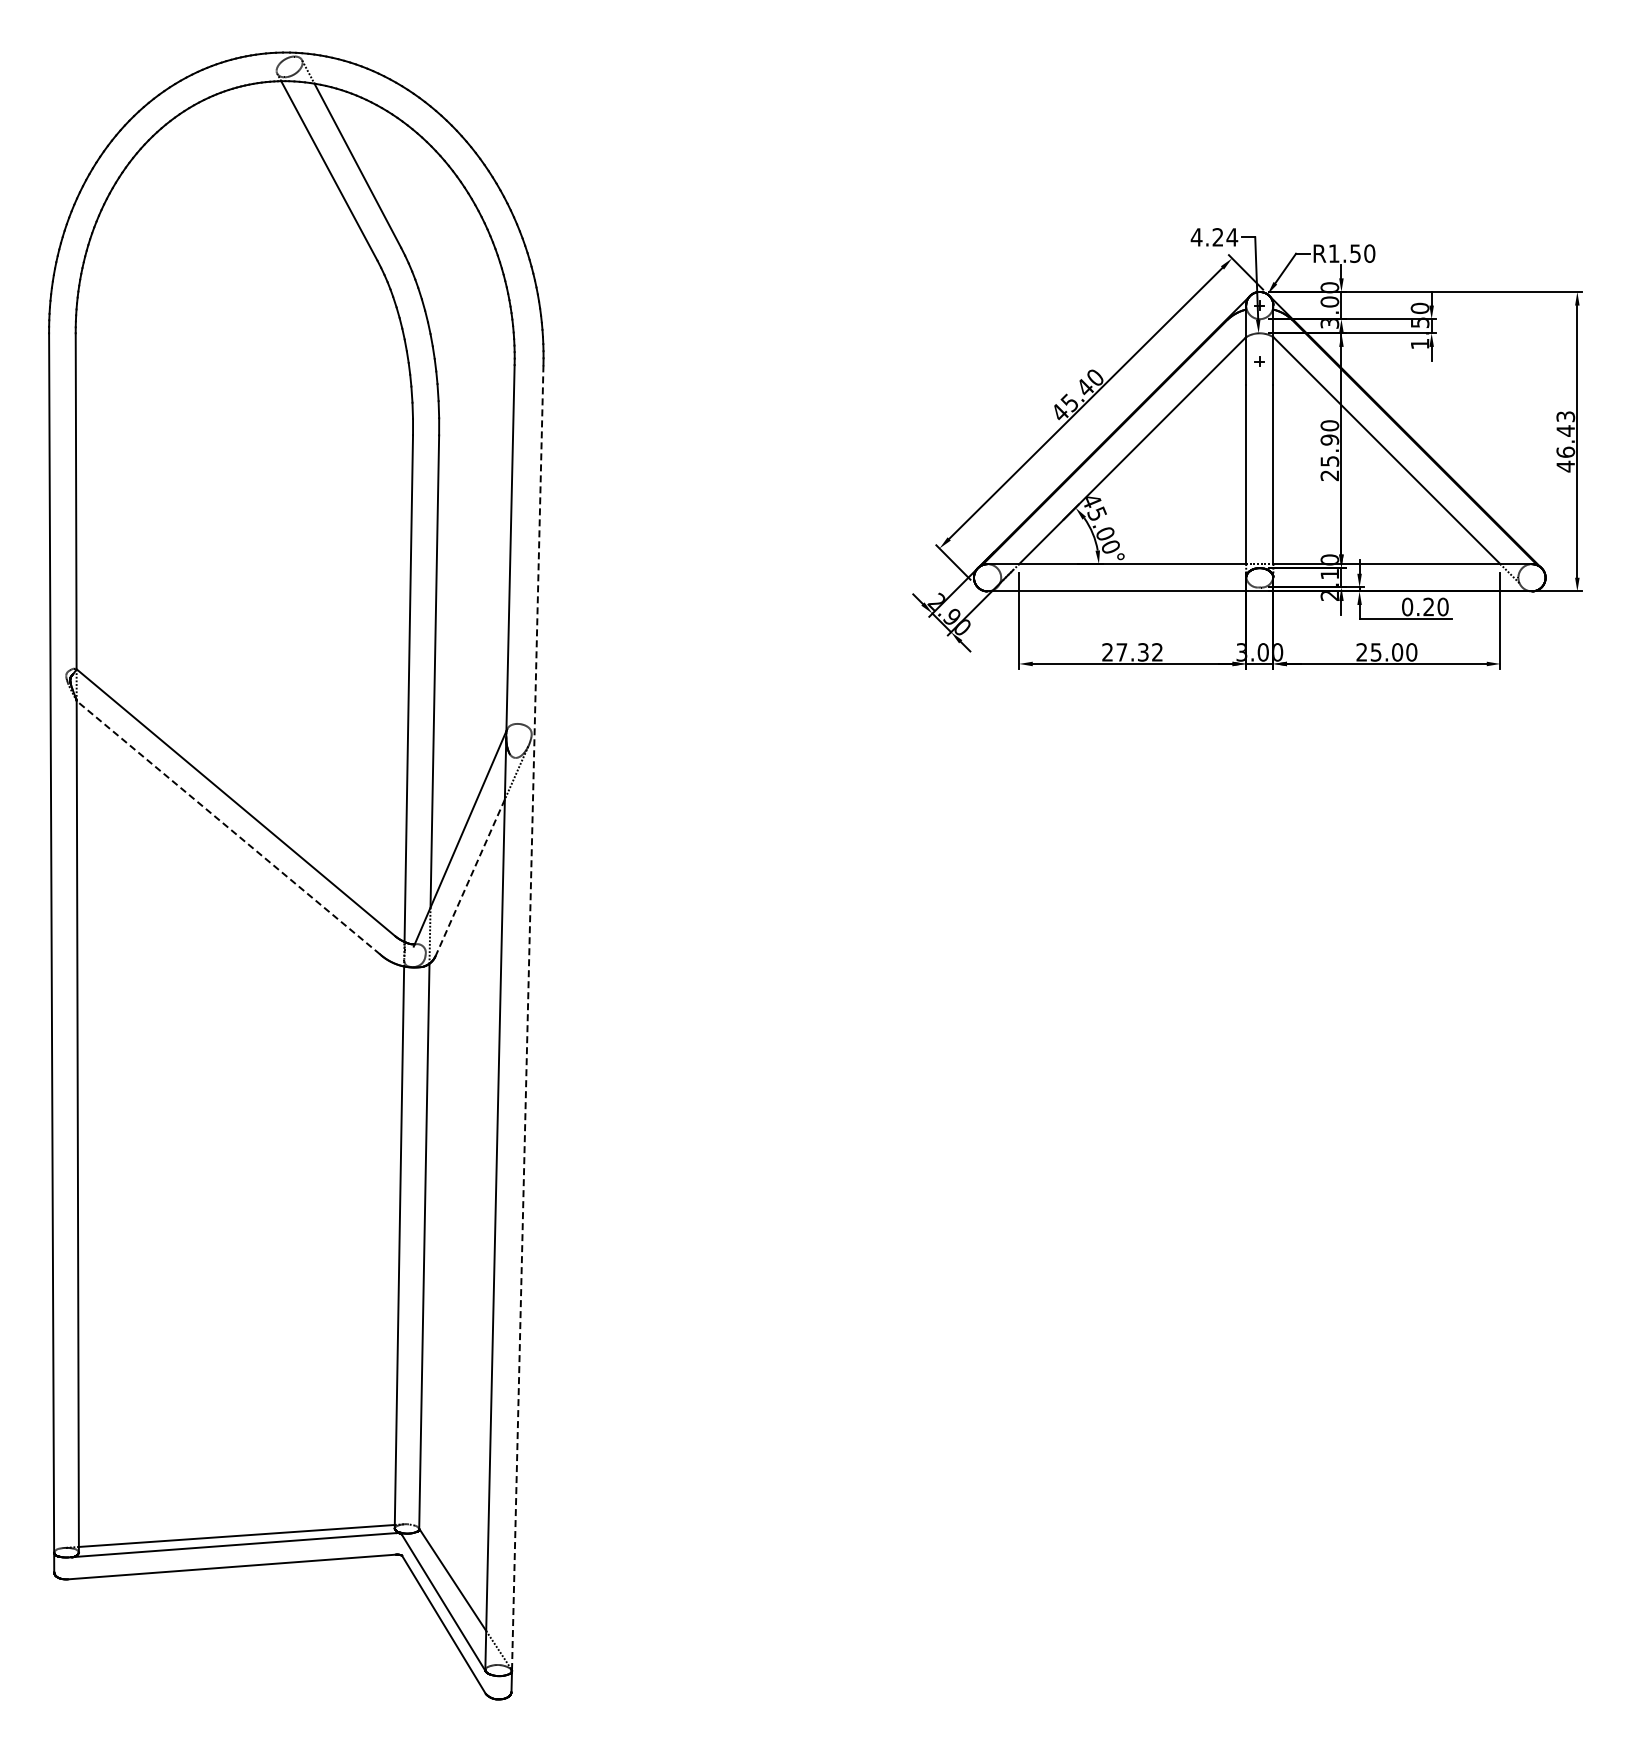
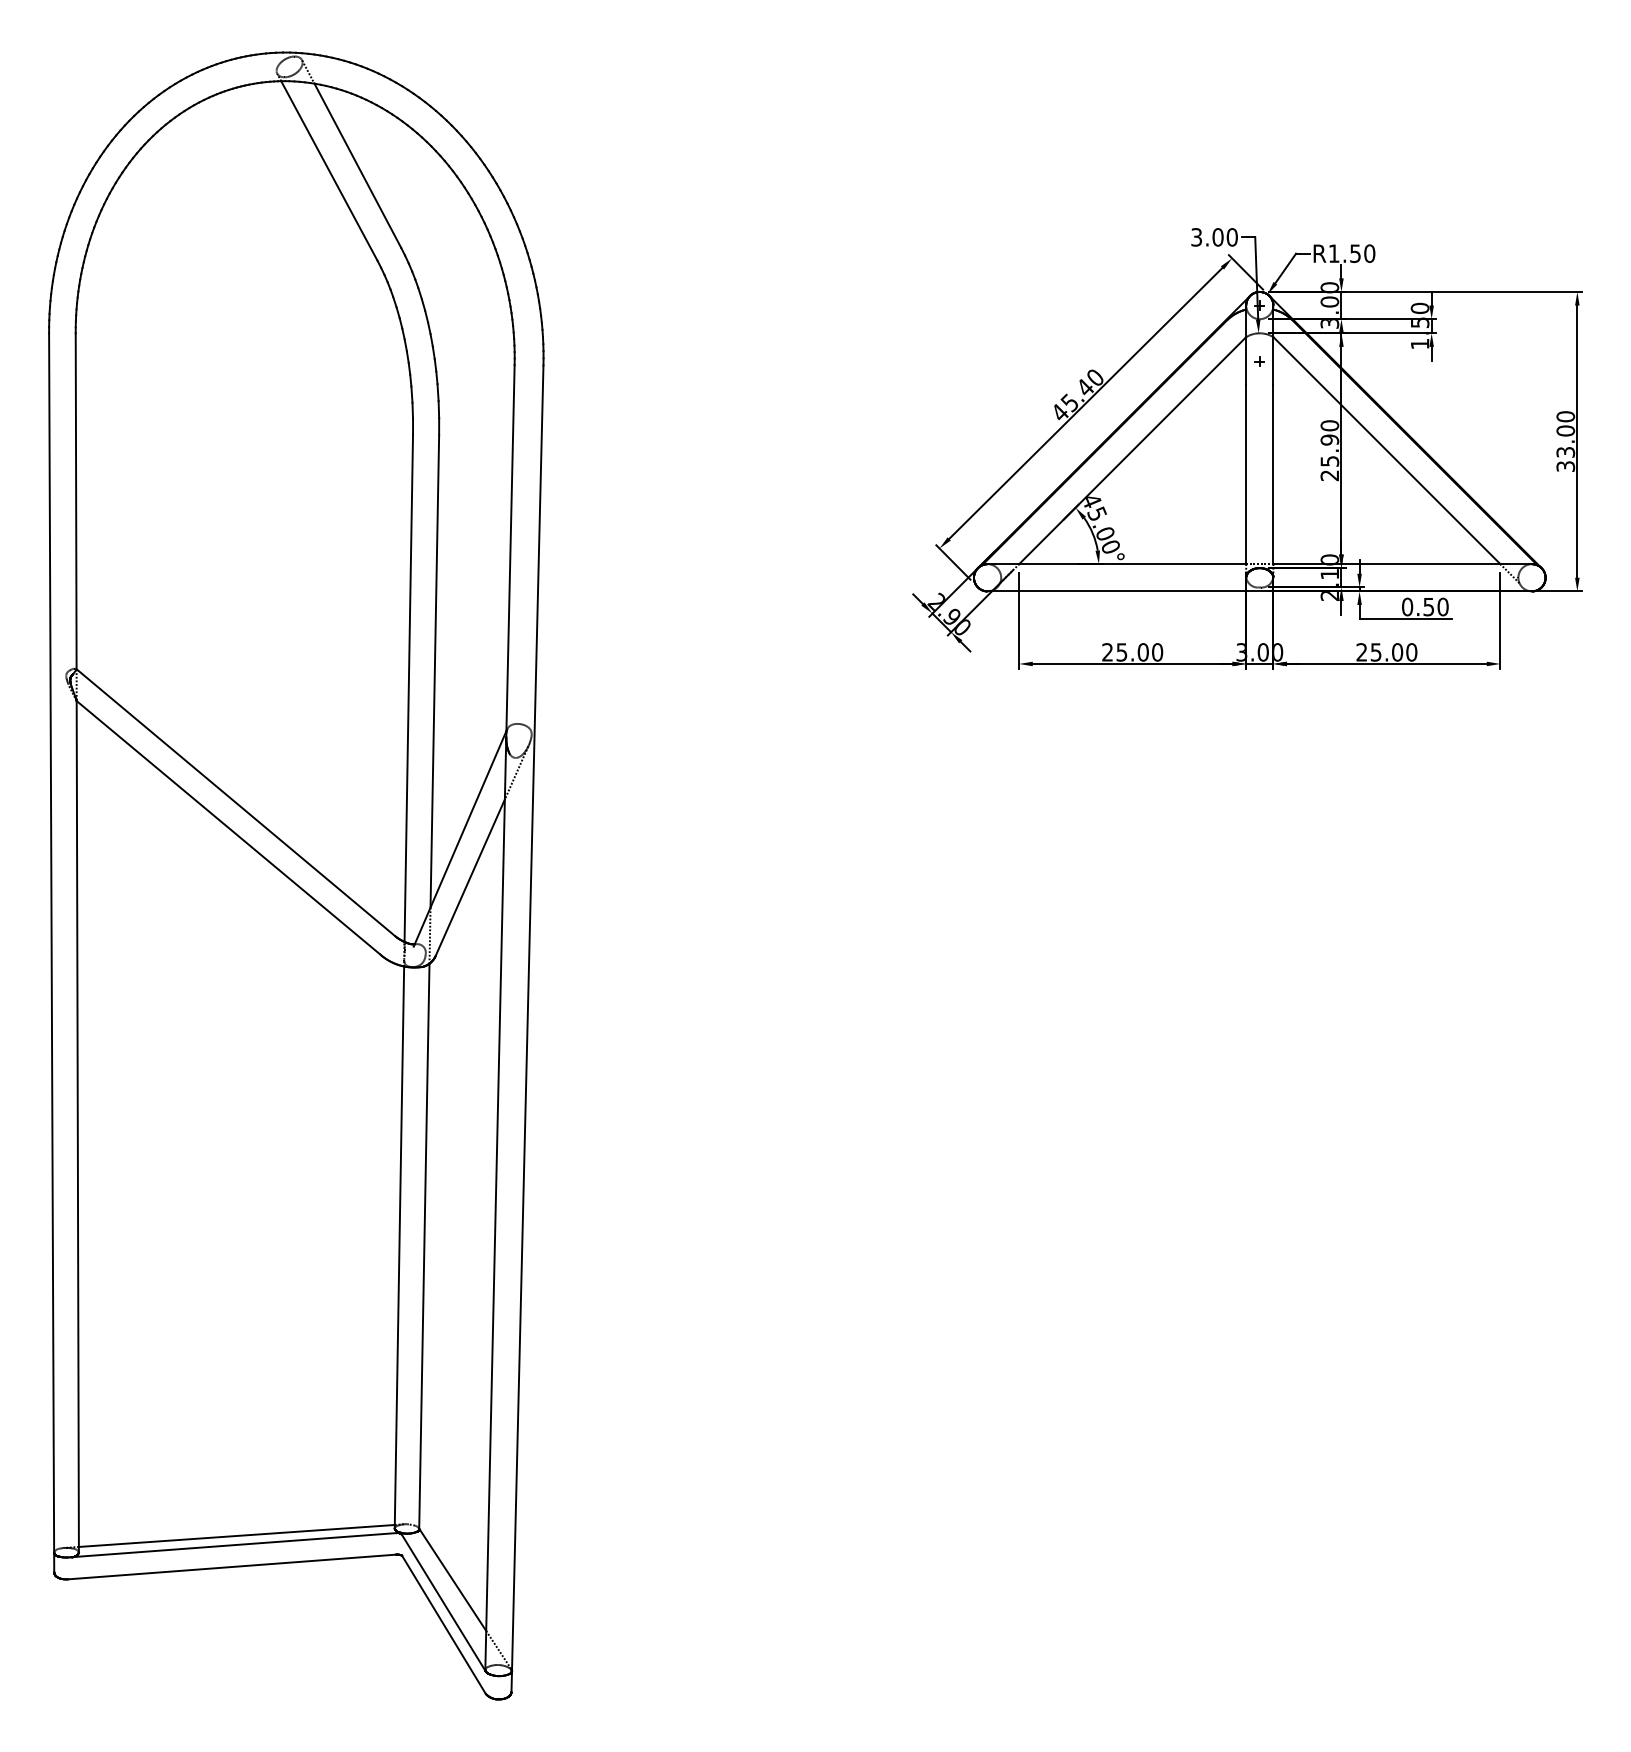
text at (1214, 237): 4.24 -> 3.00
text at (1565, 441): 46.43 -> 33.00
text at (1428, 606): 0.20 -> 0.50
text at (1139, 652): 27.32 -> 25.00
line at (228, 827): dashed -> solid
line at (470, 877): dashed -> solid
line at (527, 1018): dashed -> solid
